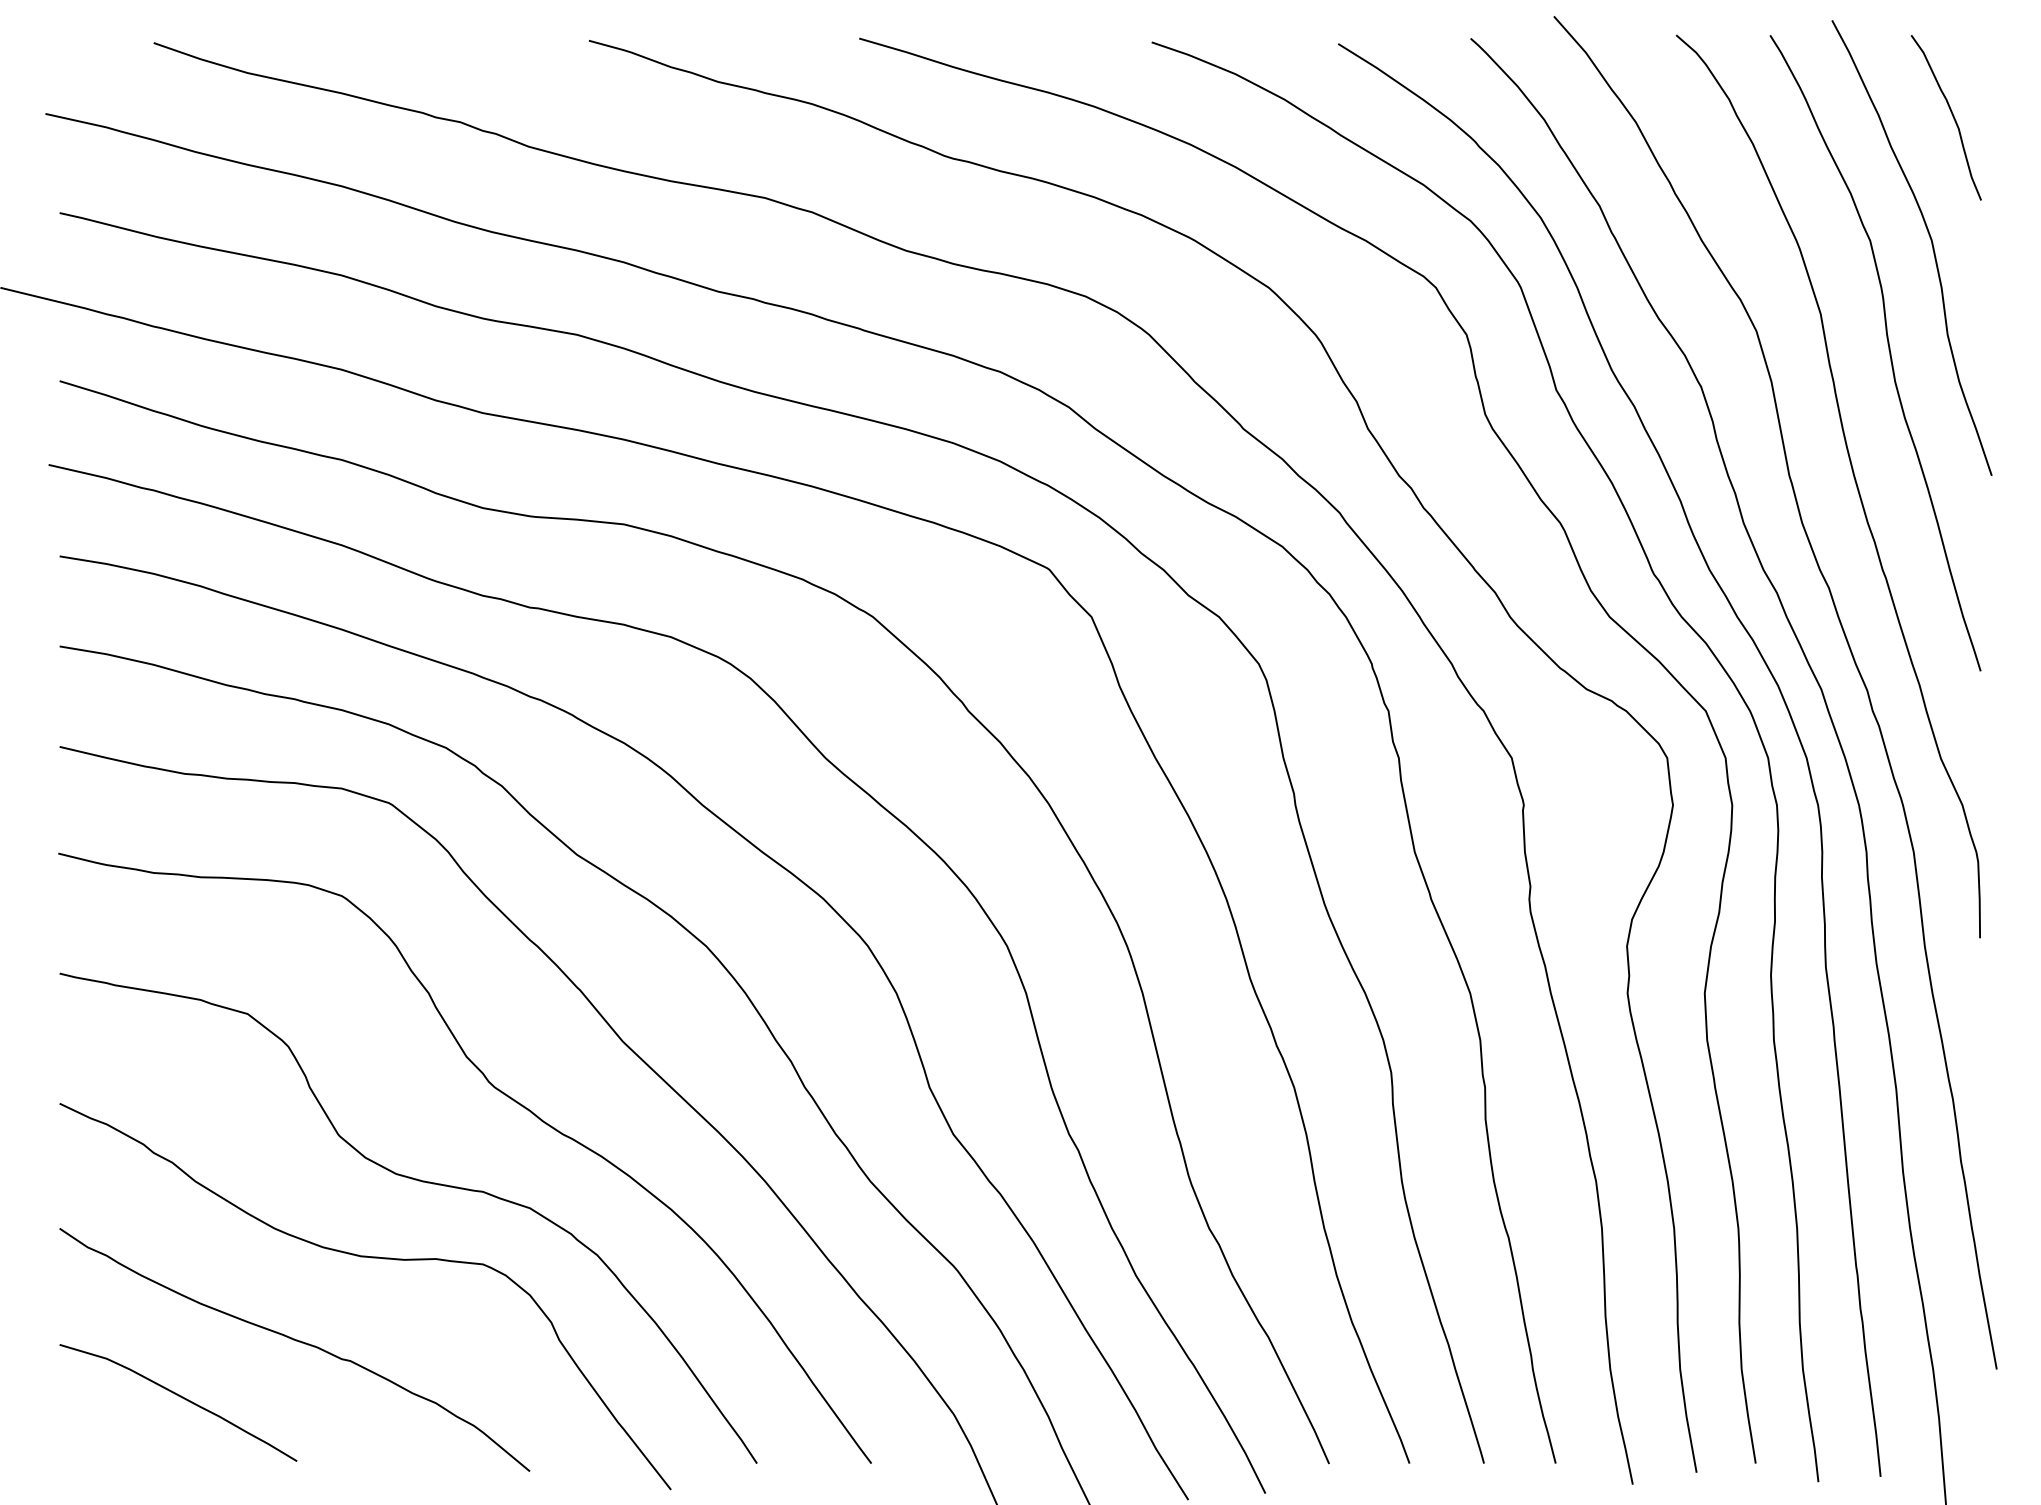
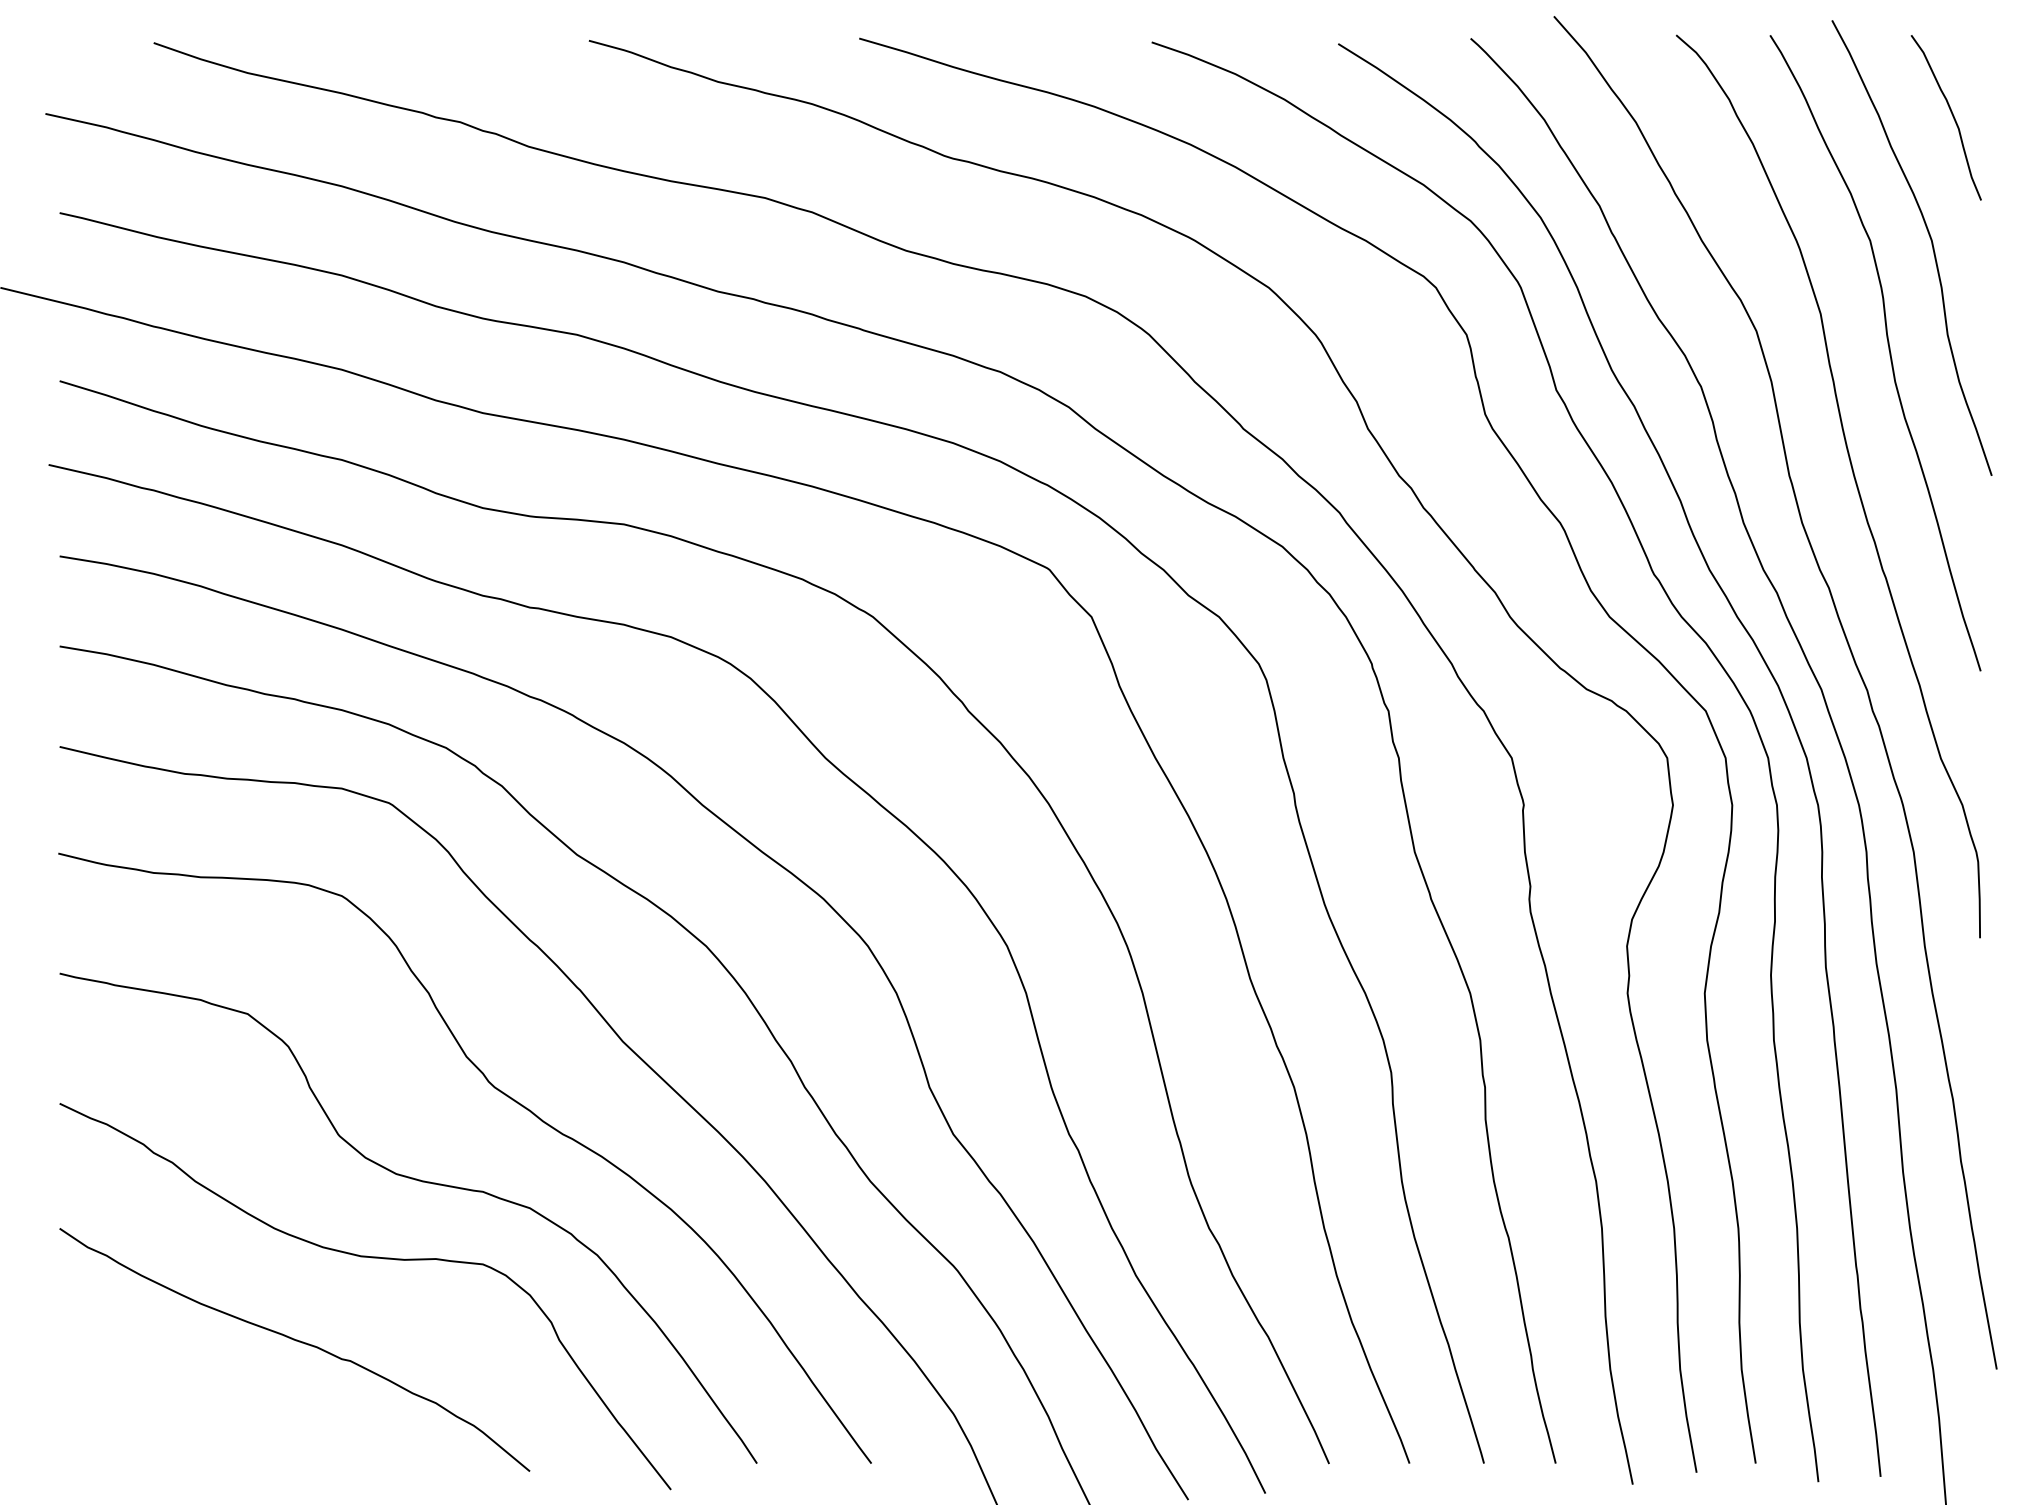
curve at (180, 1397): present -> none
